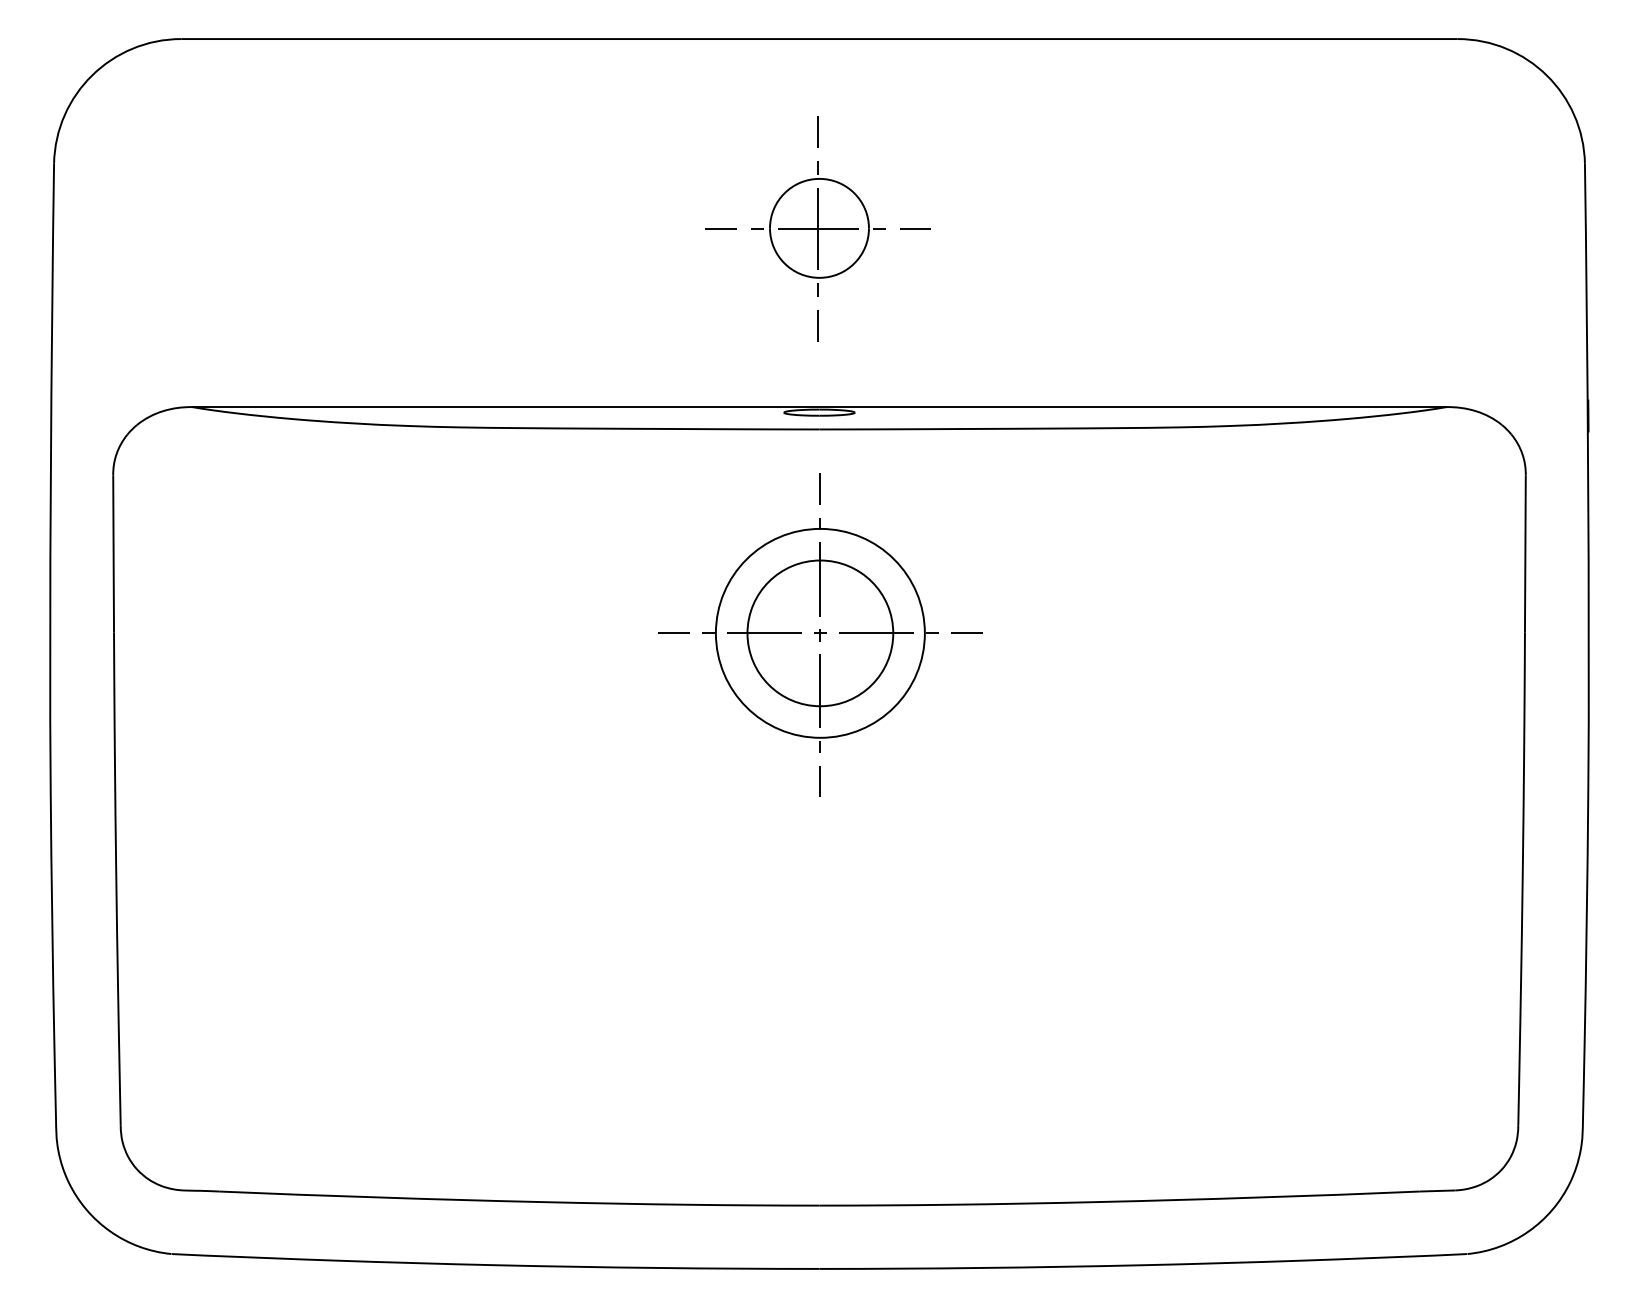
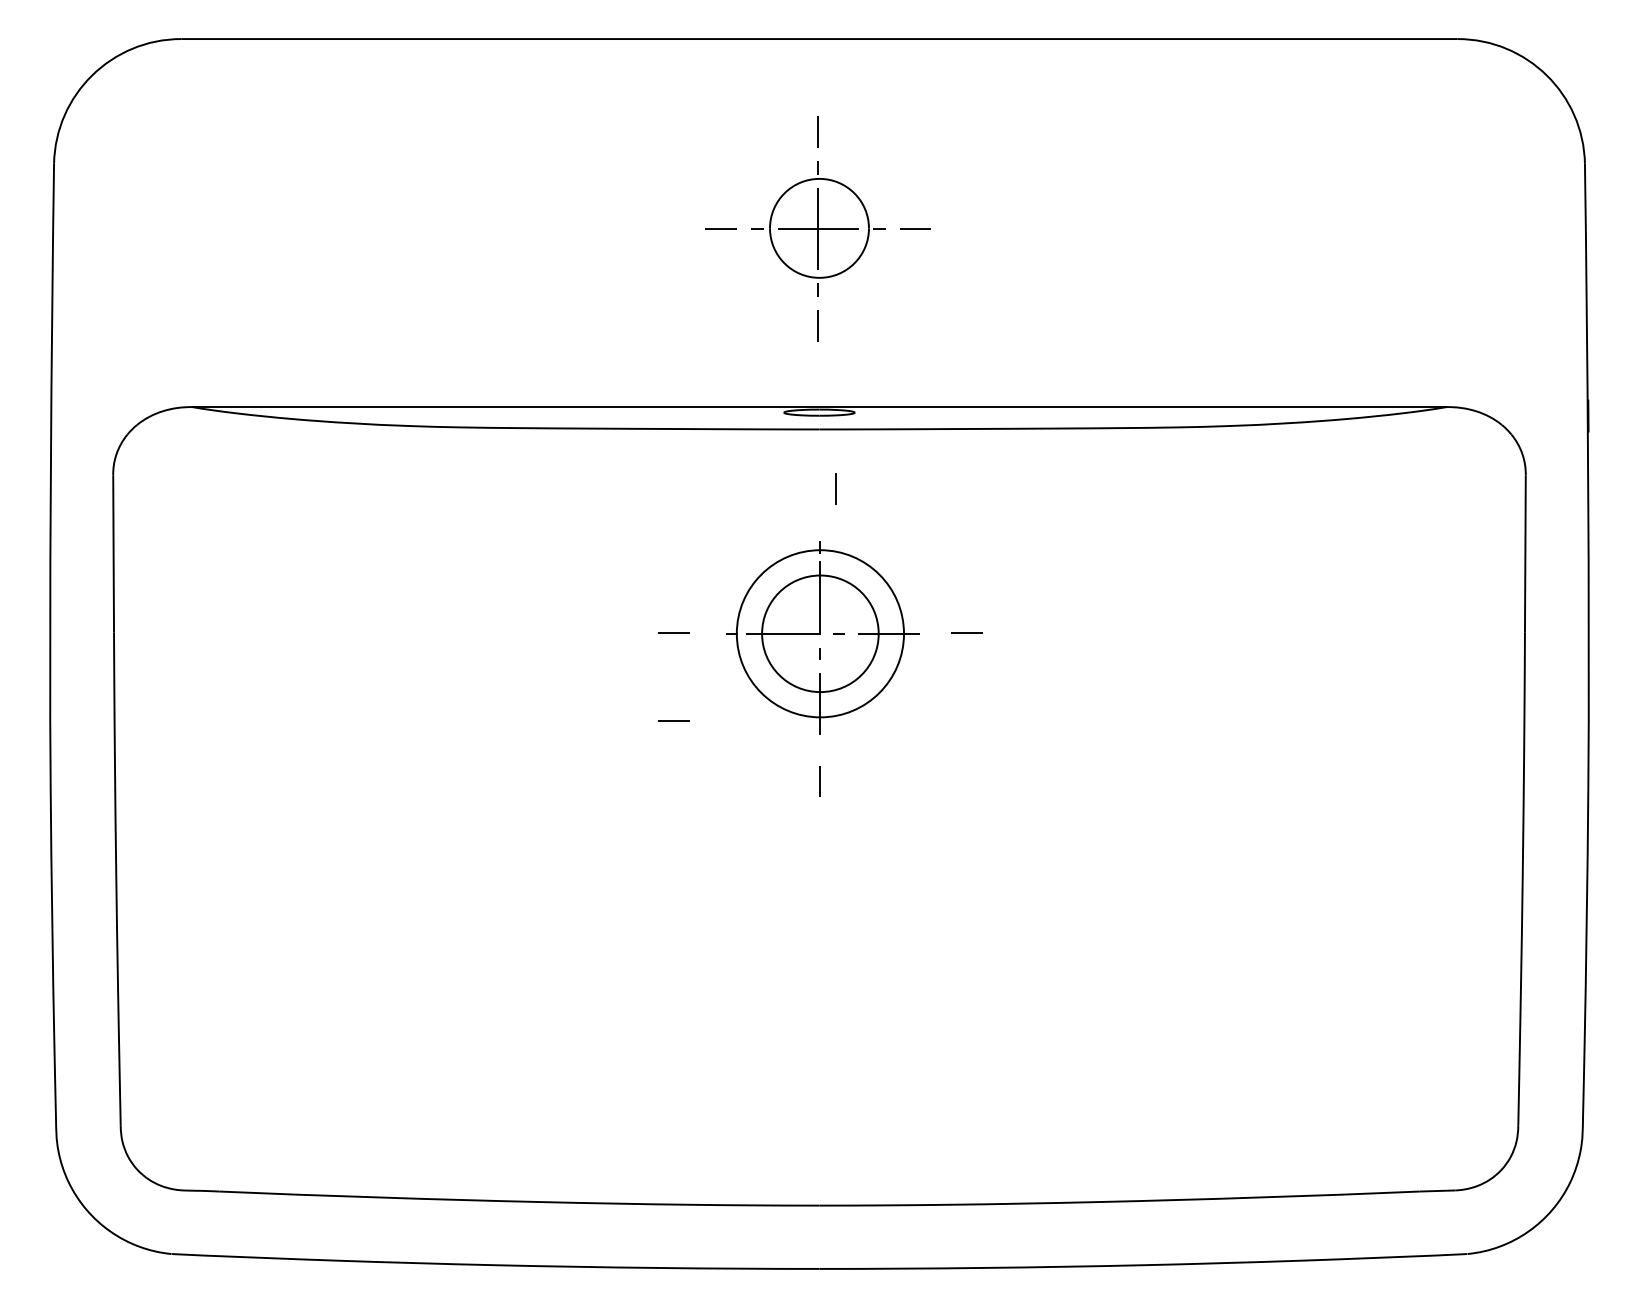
line at (819, 488) position: (819, 488) -> (835, 488)
part at (820, 635) size: 237x235 px -> 194x194 px
line at (673, 720): none -> present
